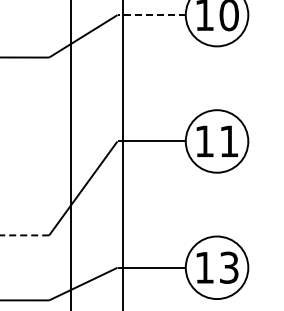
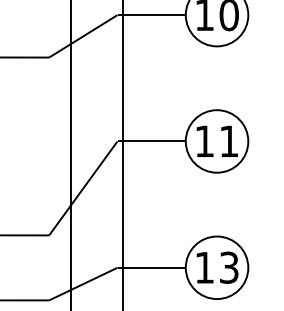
line at (151, 15): dashed -> solid
line at (24, 235): dashed -> solid
